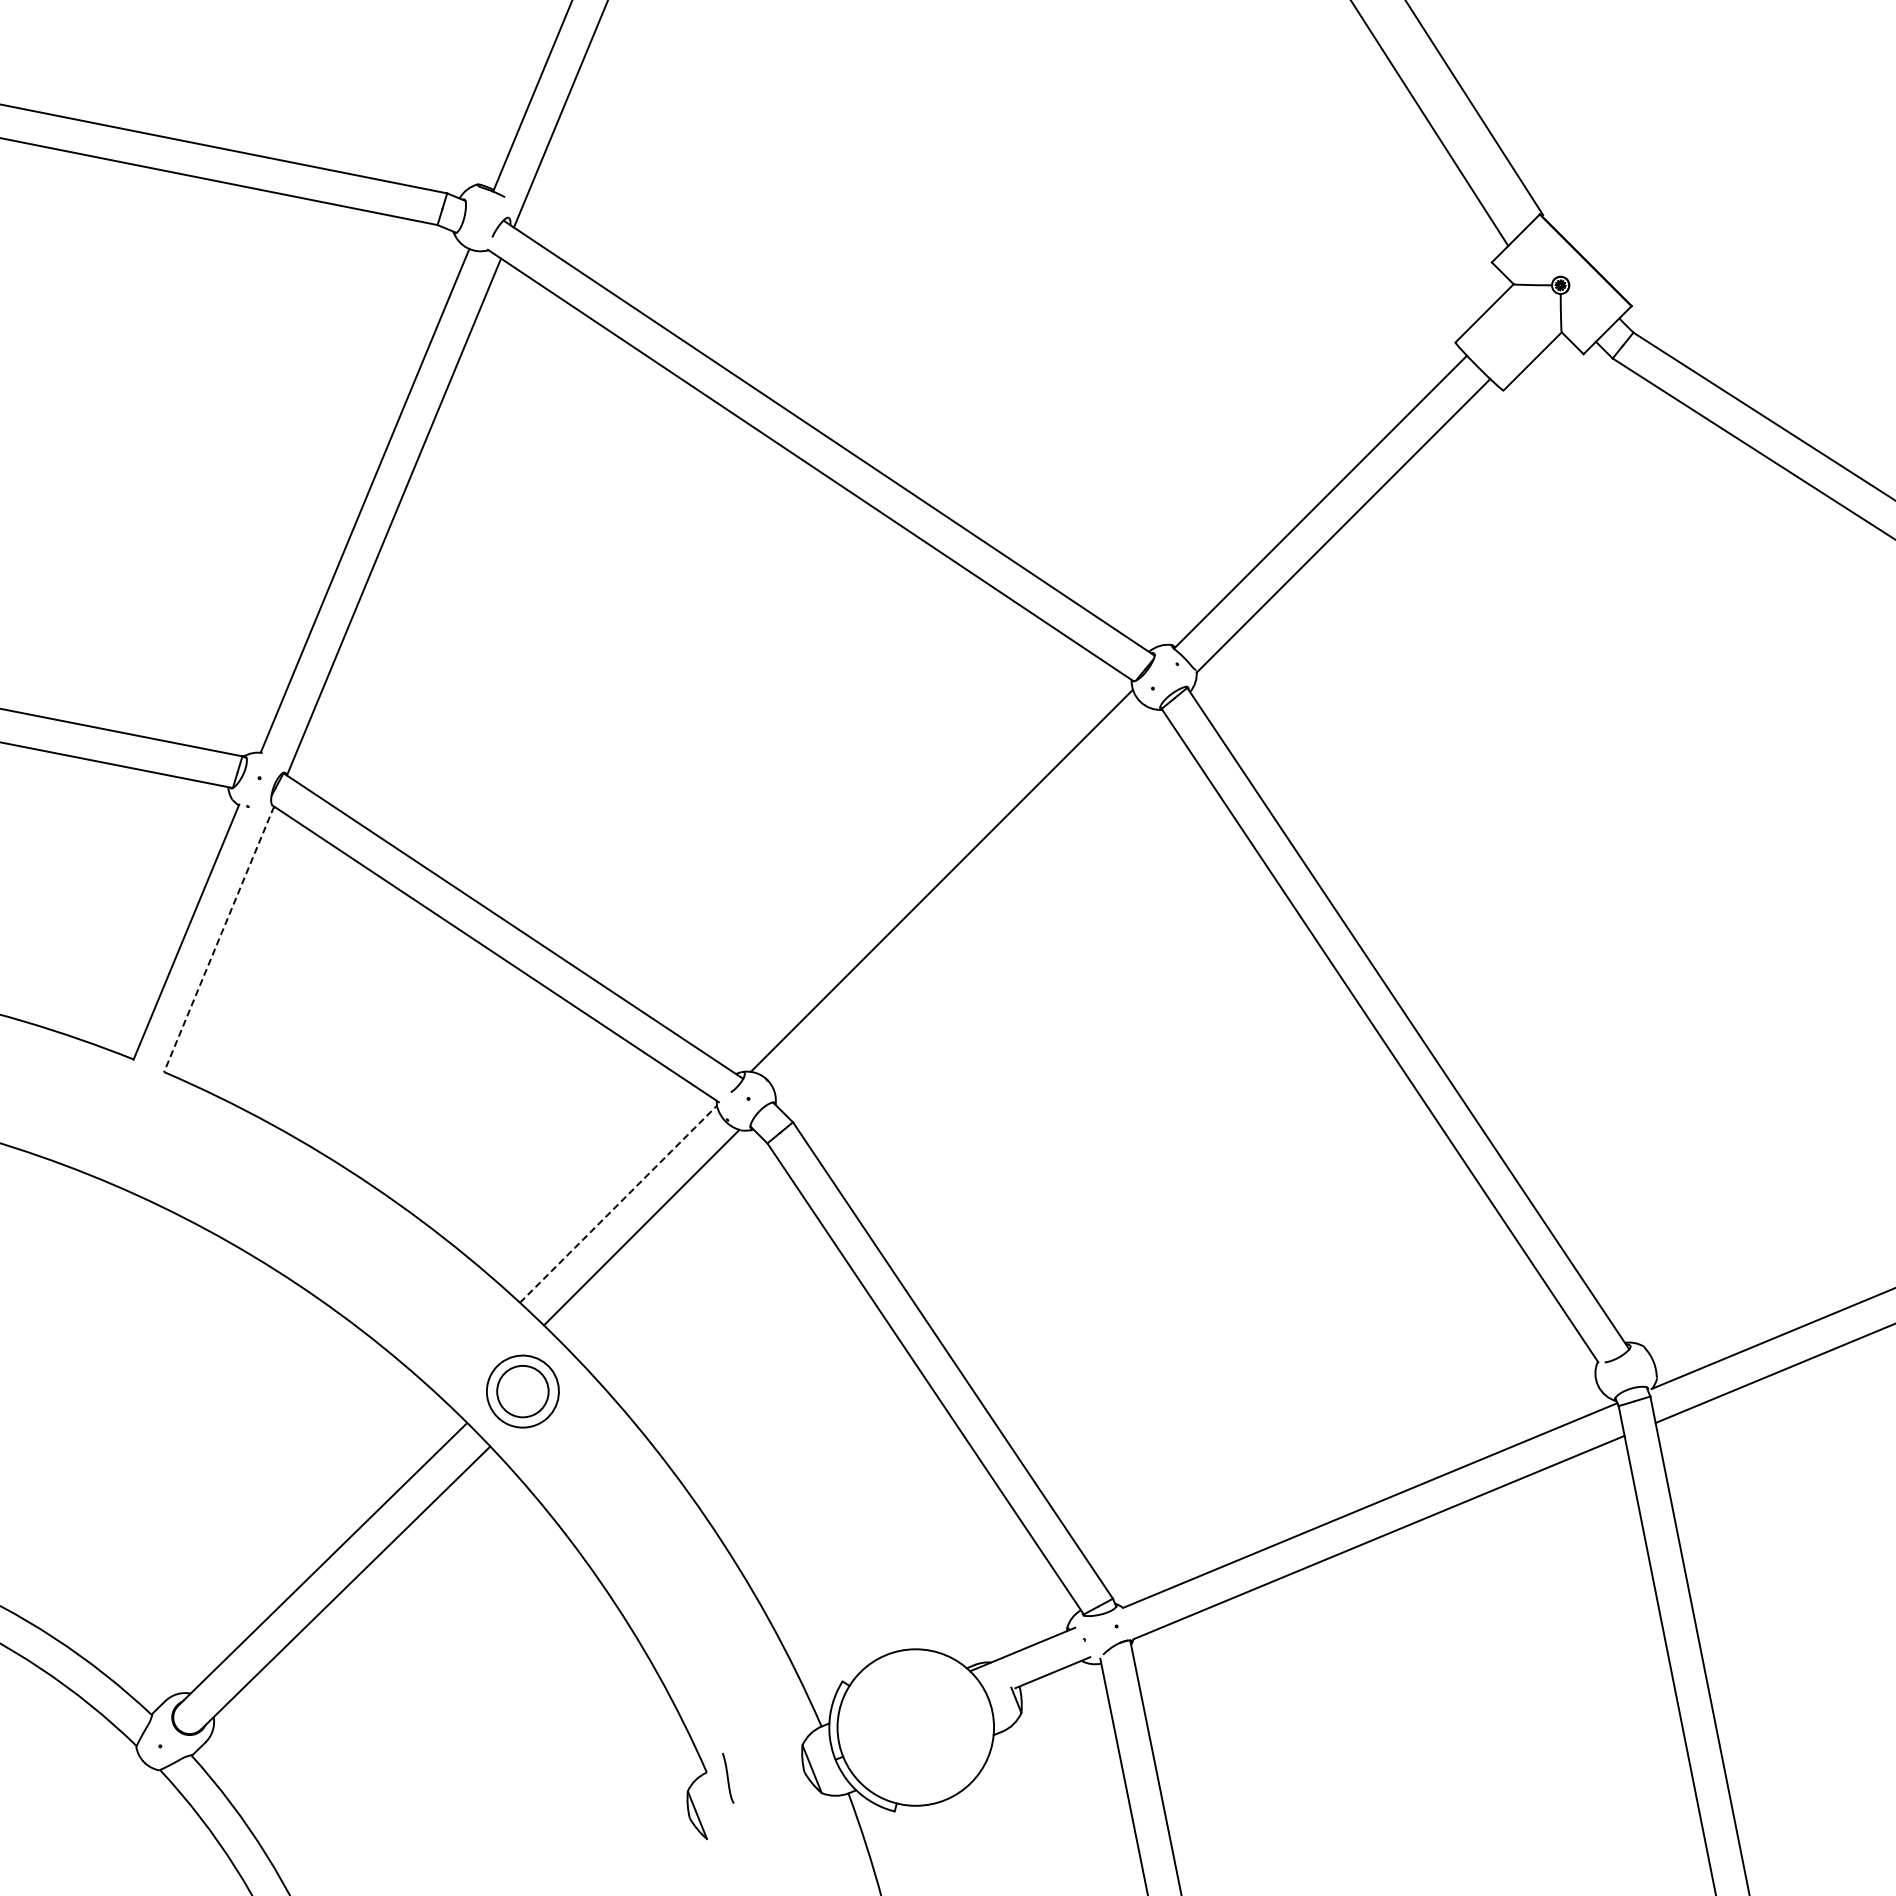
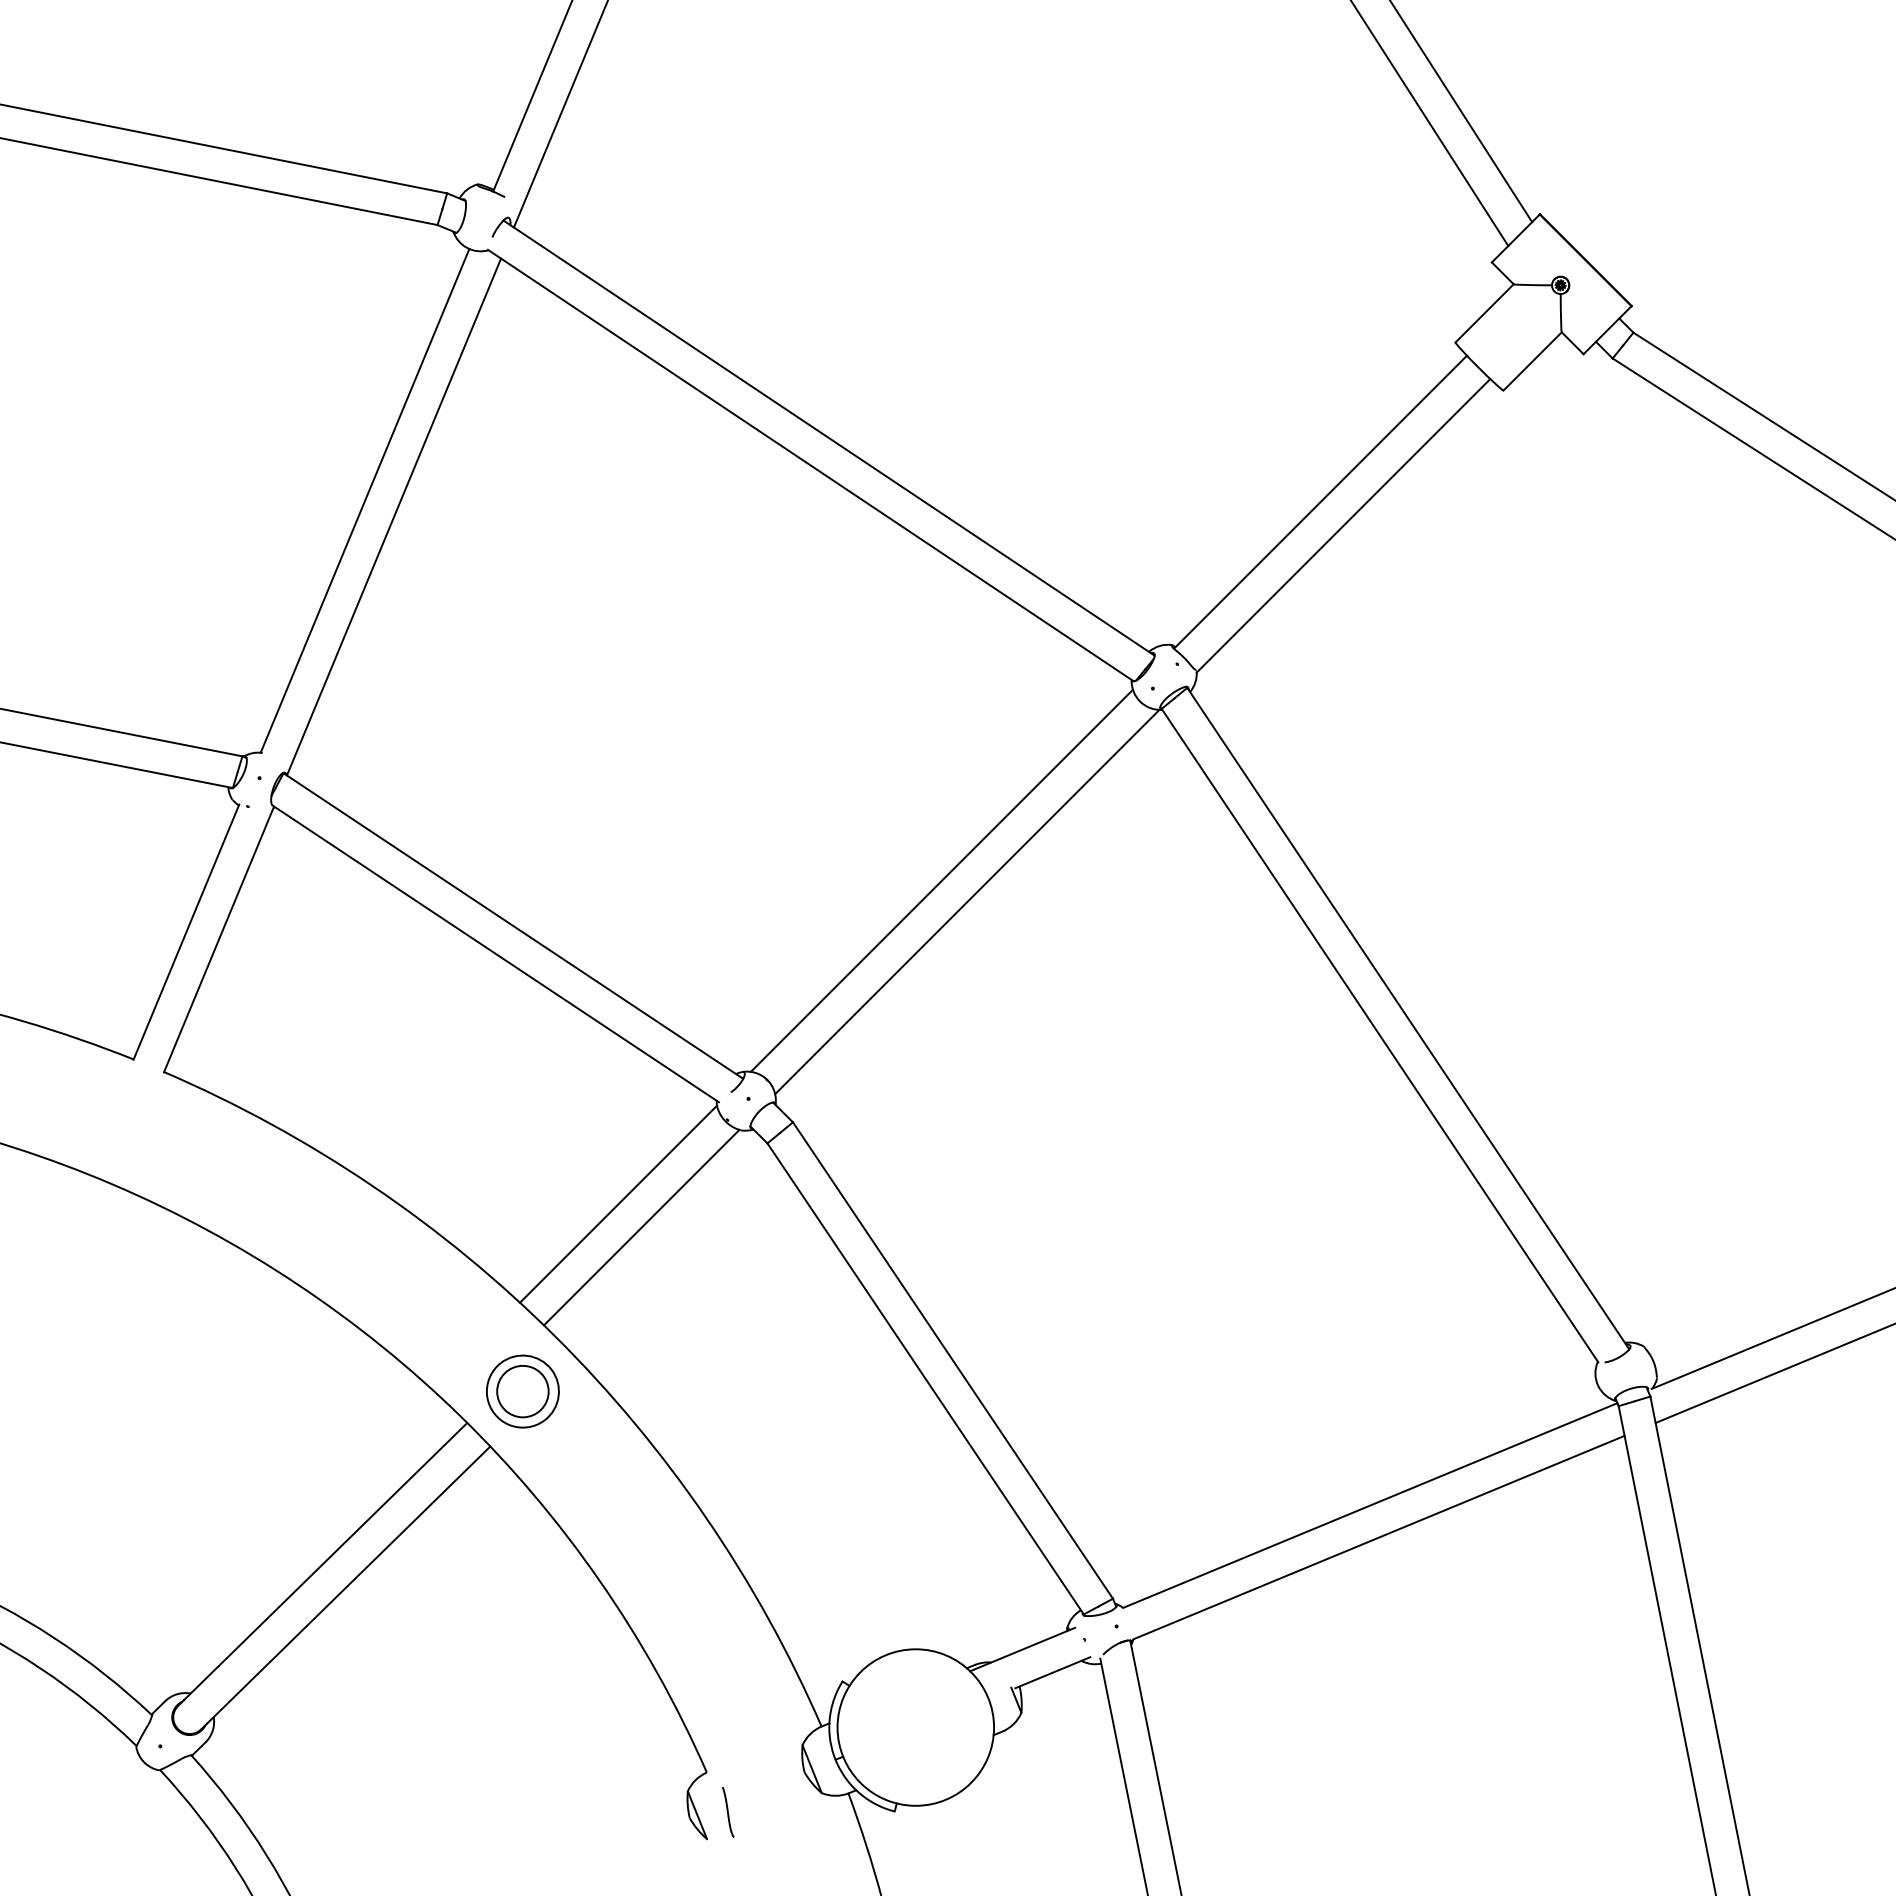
line at (1474, 108) position: (1474, 108) -> (1461, 112)
line at (967, 901): none -> present
line at (219, 939): dashed -> solid
line at (618, 1203): dashed -> solid
part at (728, 1777) position: (728, 1777) -> (728, 1811)
